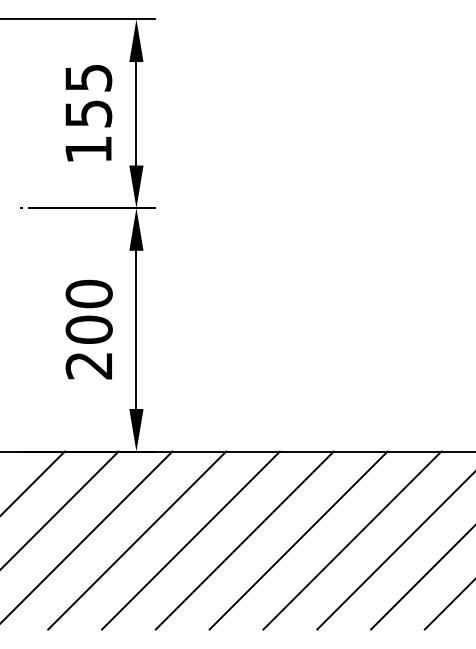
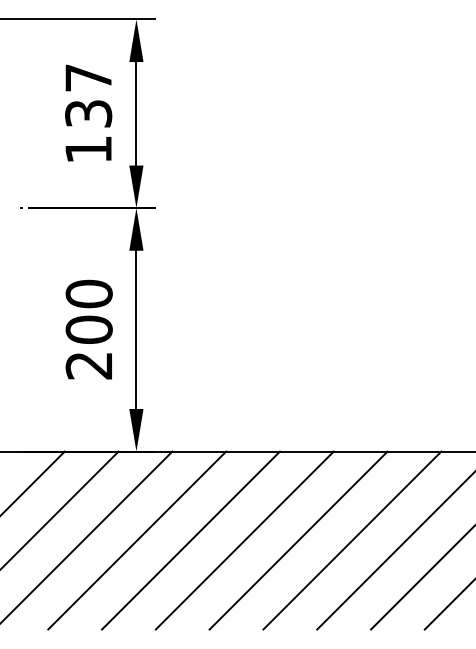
text at (88, 95): 155 -> 137
